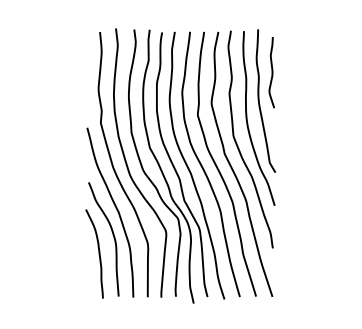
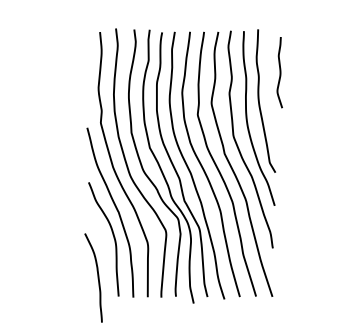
curve at (271, 72) position: (271, 72) -> (279, 72)
curve at (98, 253) position: (98, 253) -> (97, 277)
